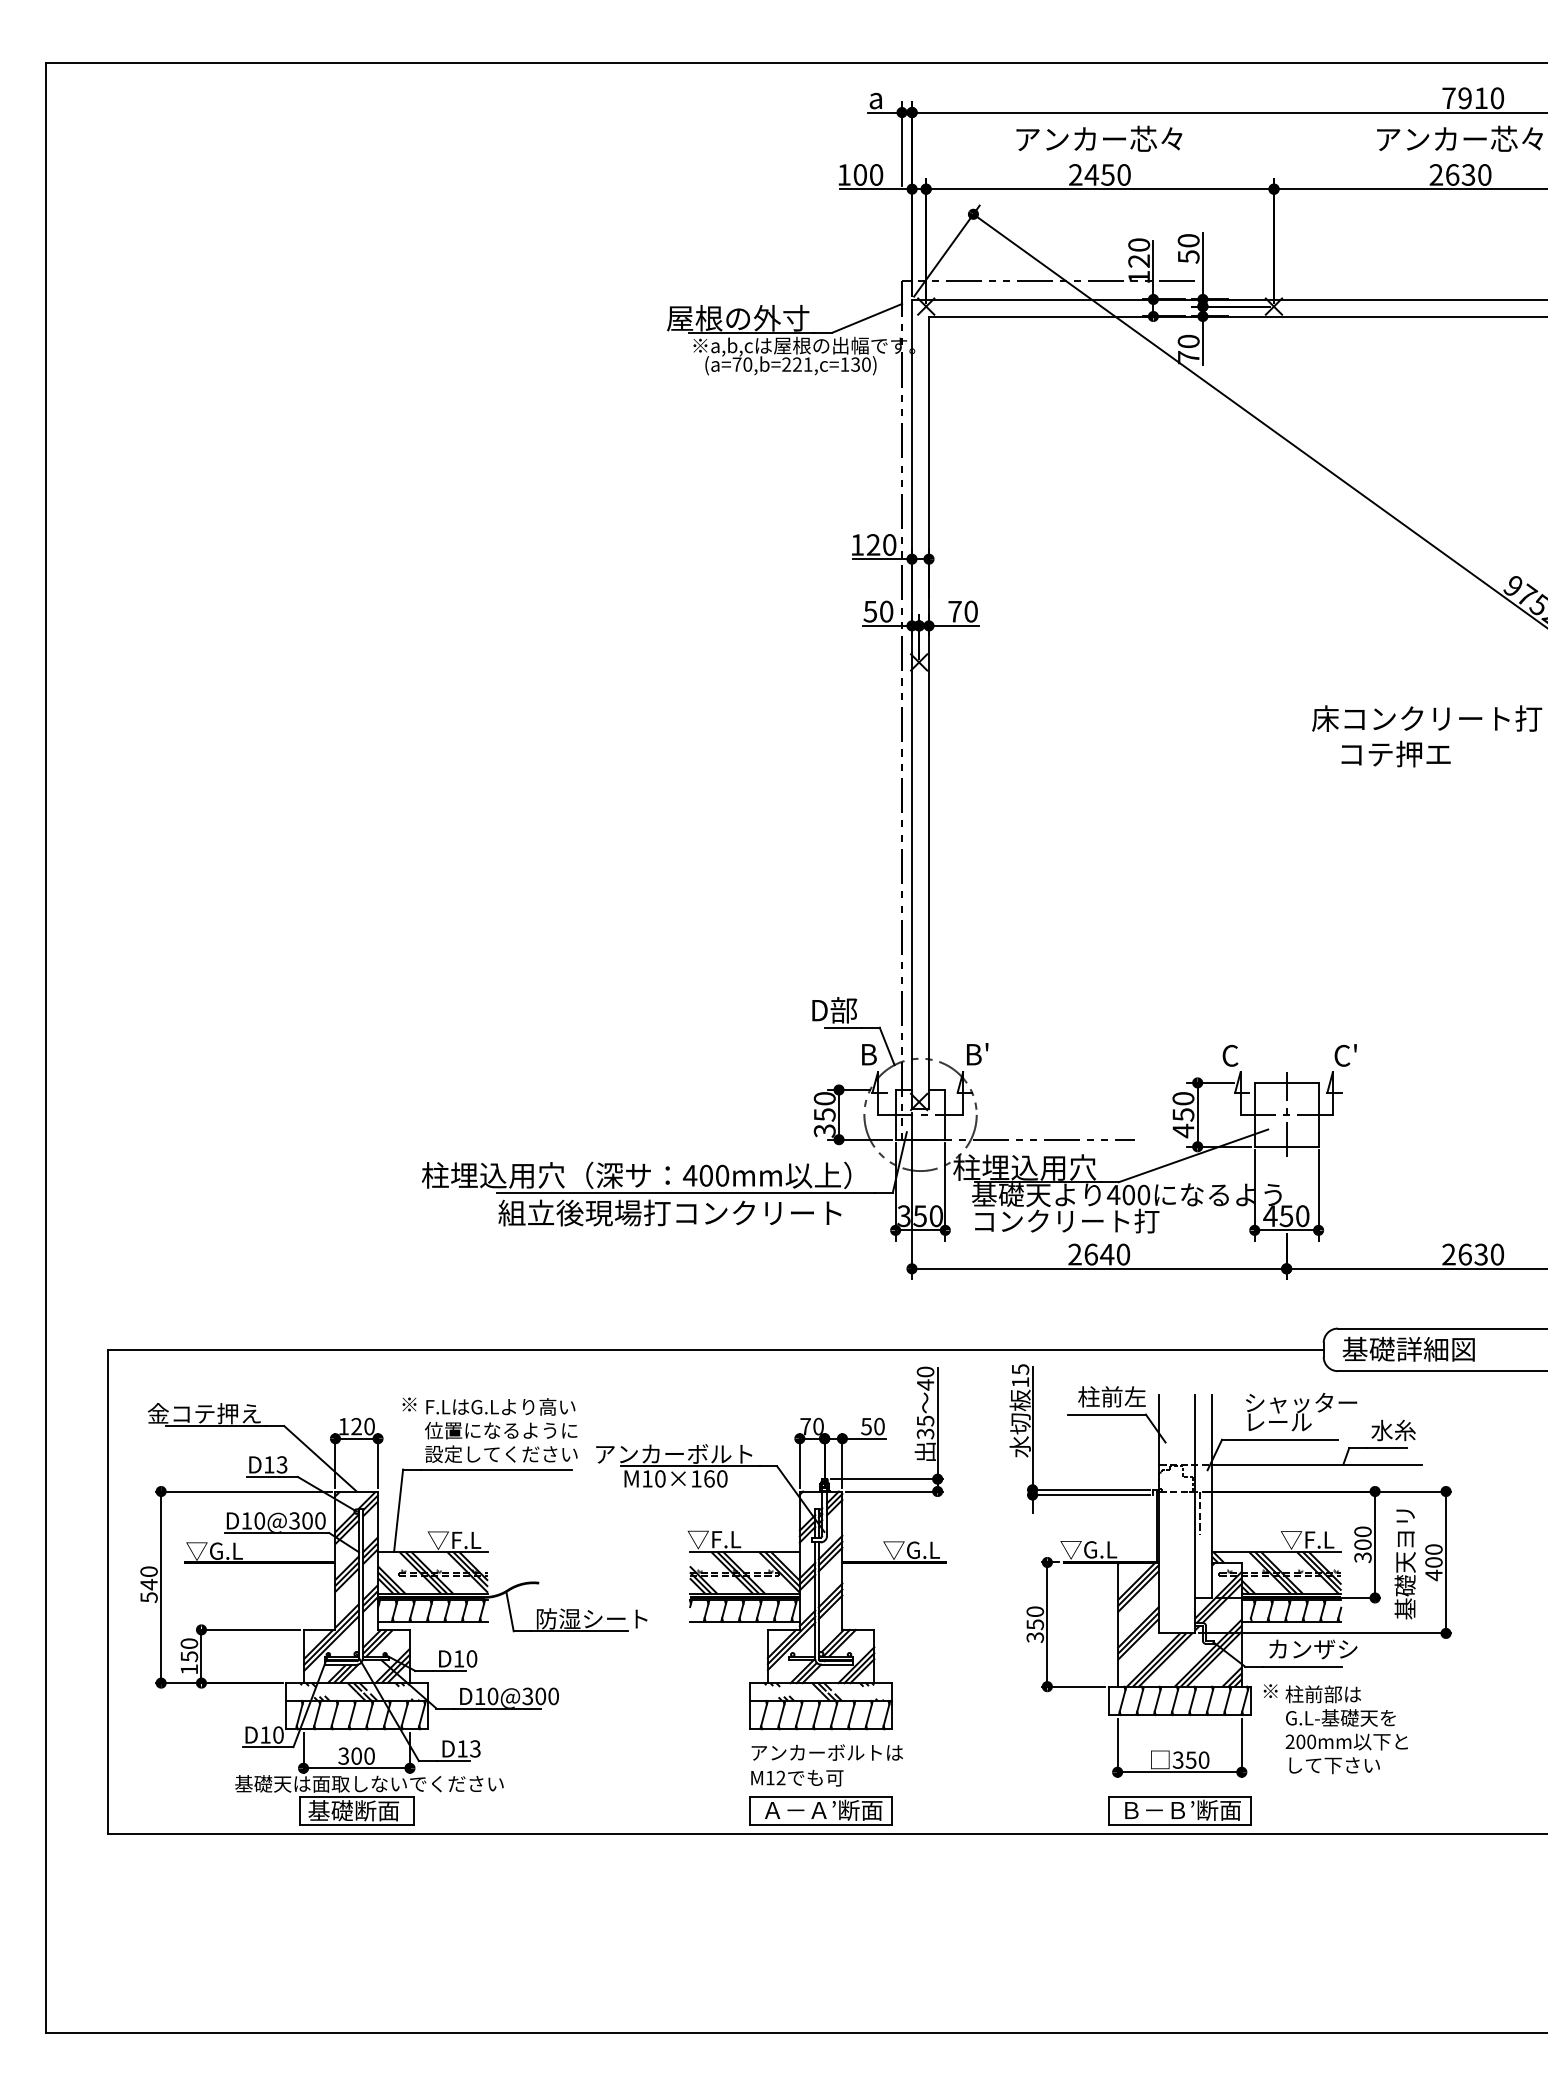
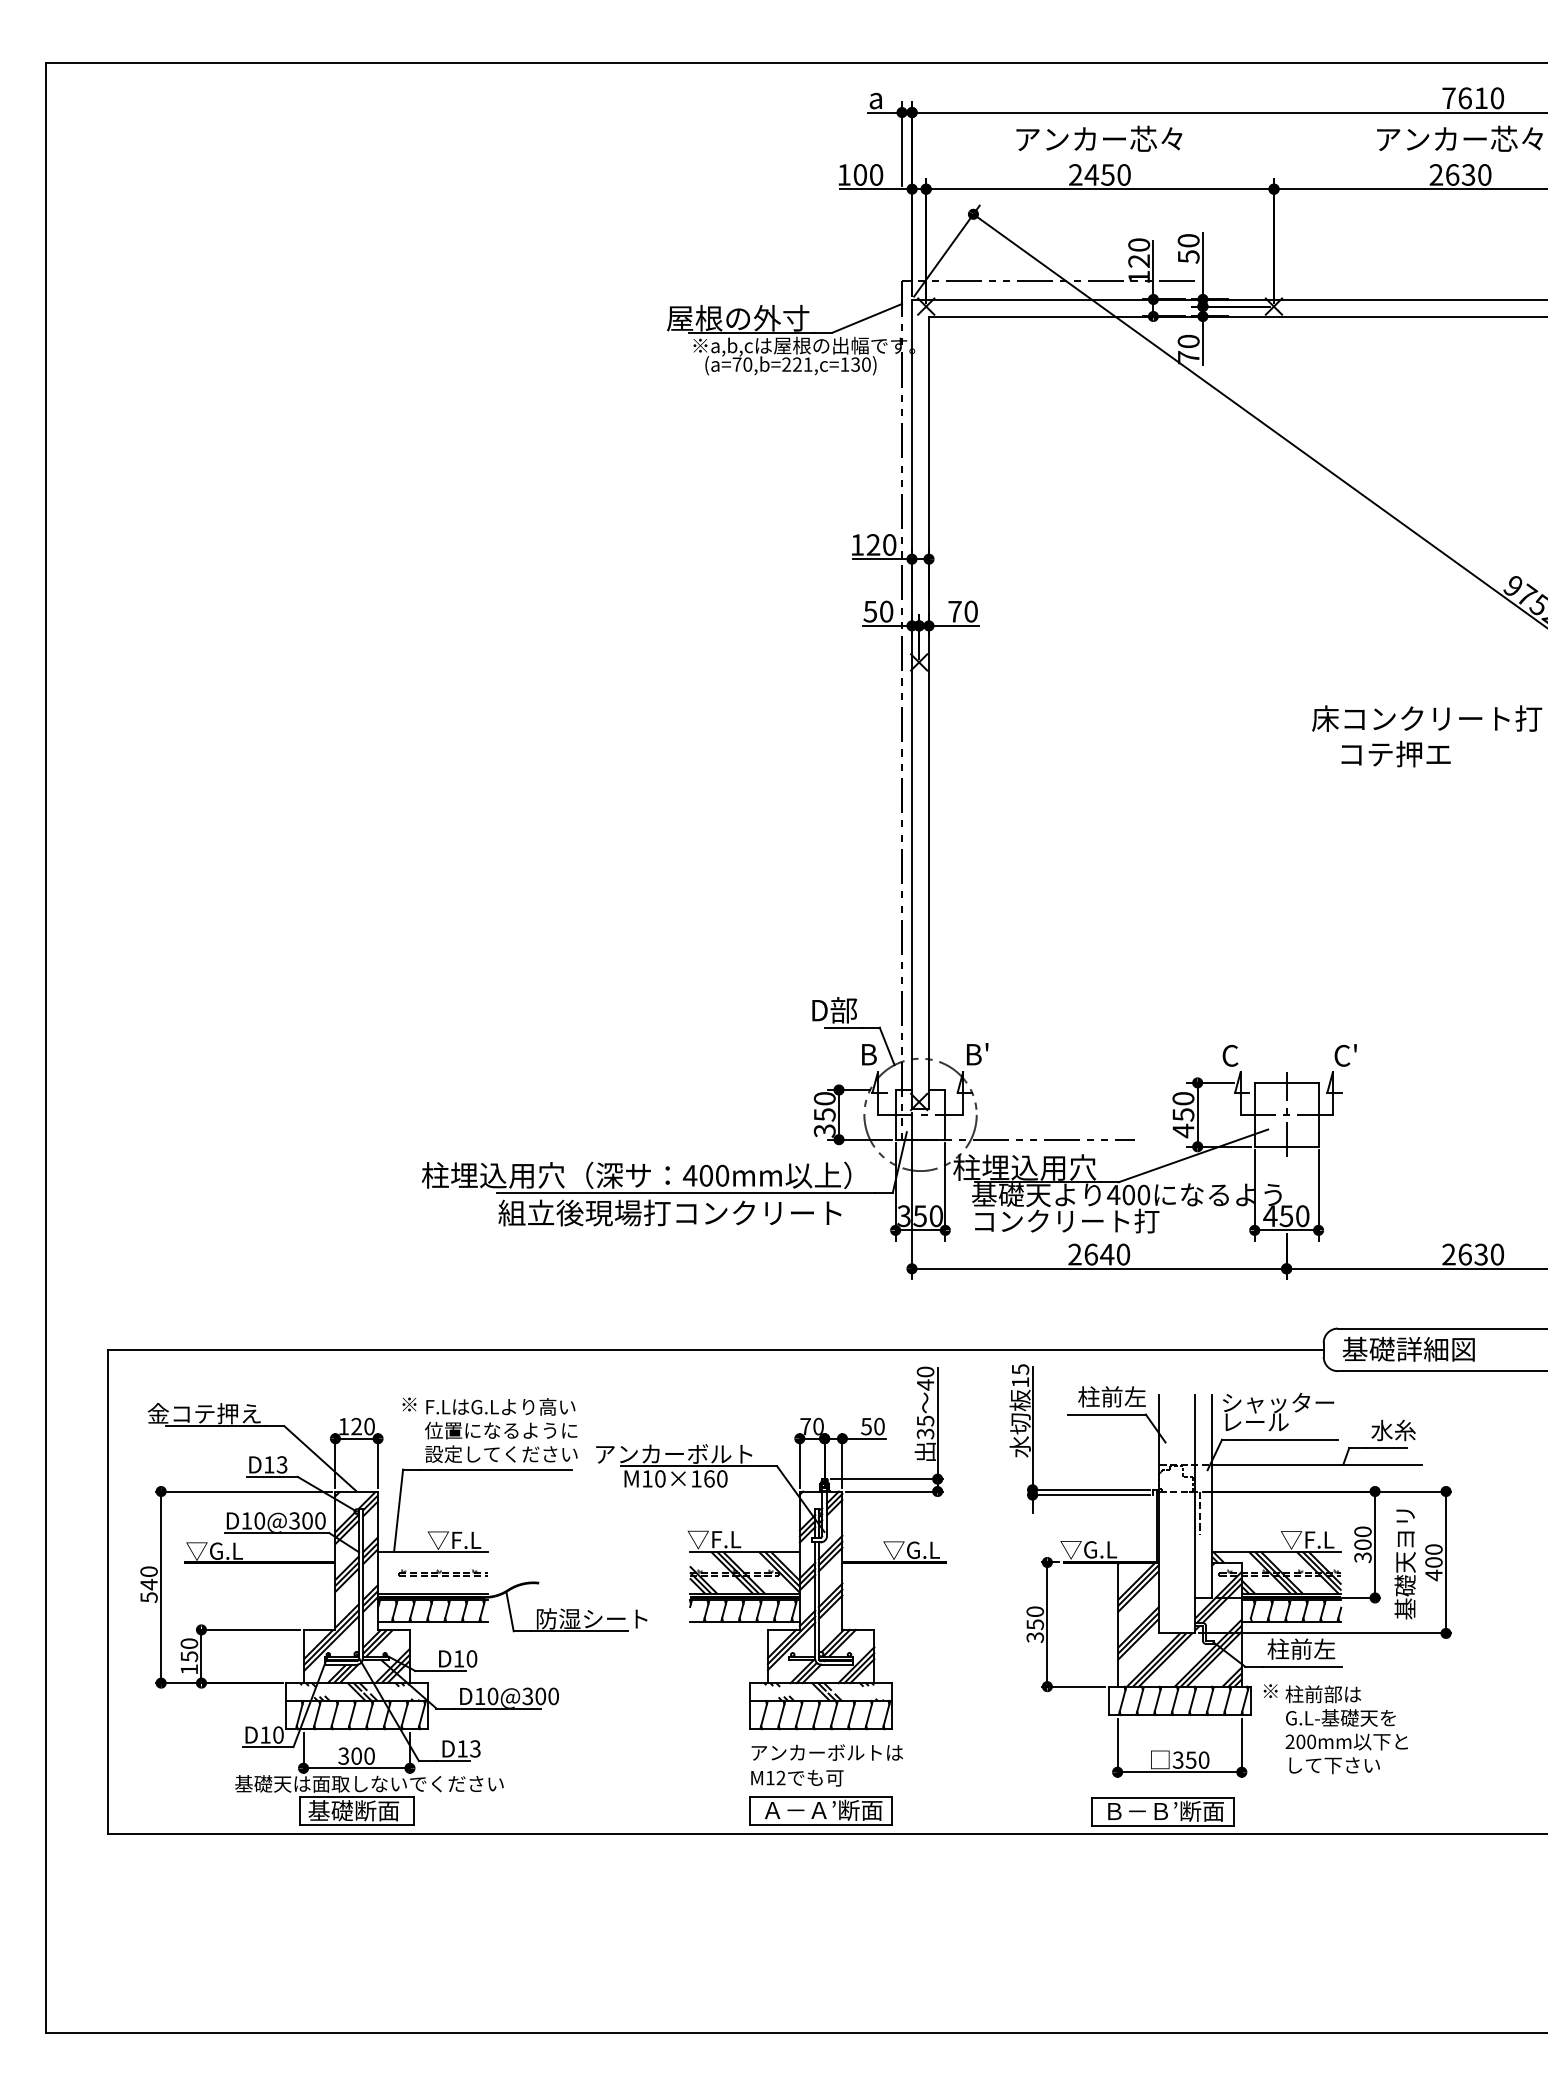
text at (1464, 98): 7910 -> 7610
text at (1301, 1411) position: (1301, 1411) -> (1278, 1411)
hatch at (433, 1572): present -> none
text at (1312, 1648): カンザシ -> 柱前左
part at (1179, 1810) position: (1179, 1810) -> (1162, 1811)
